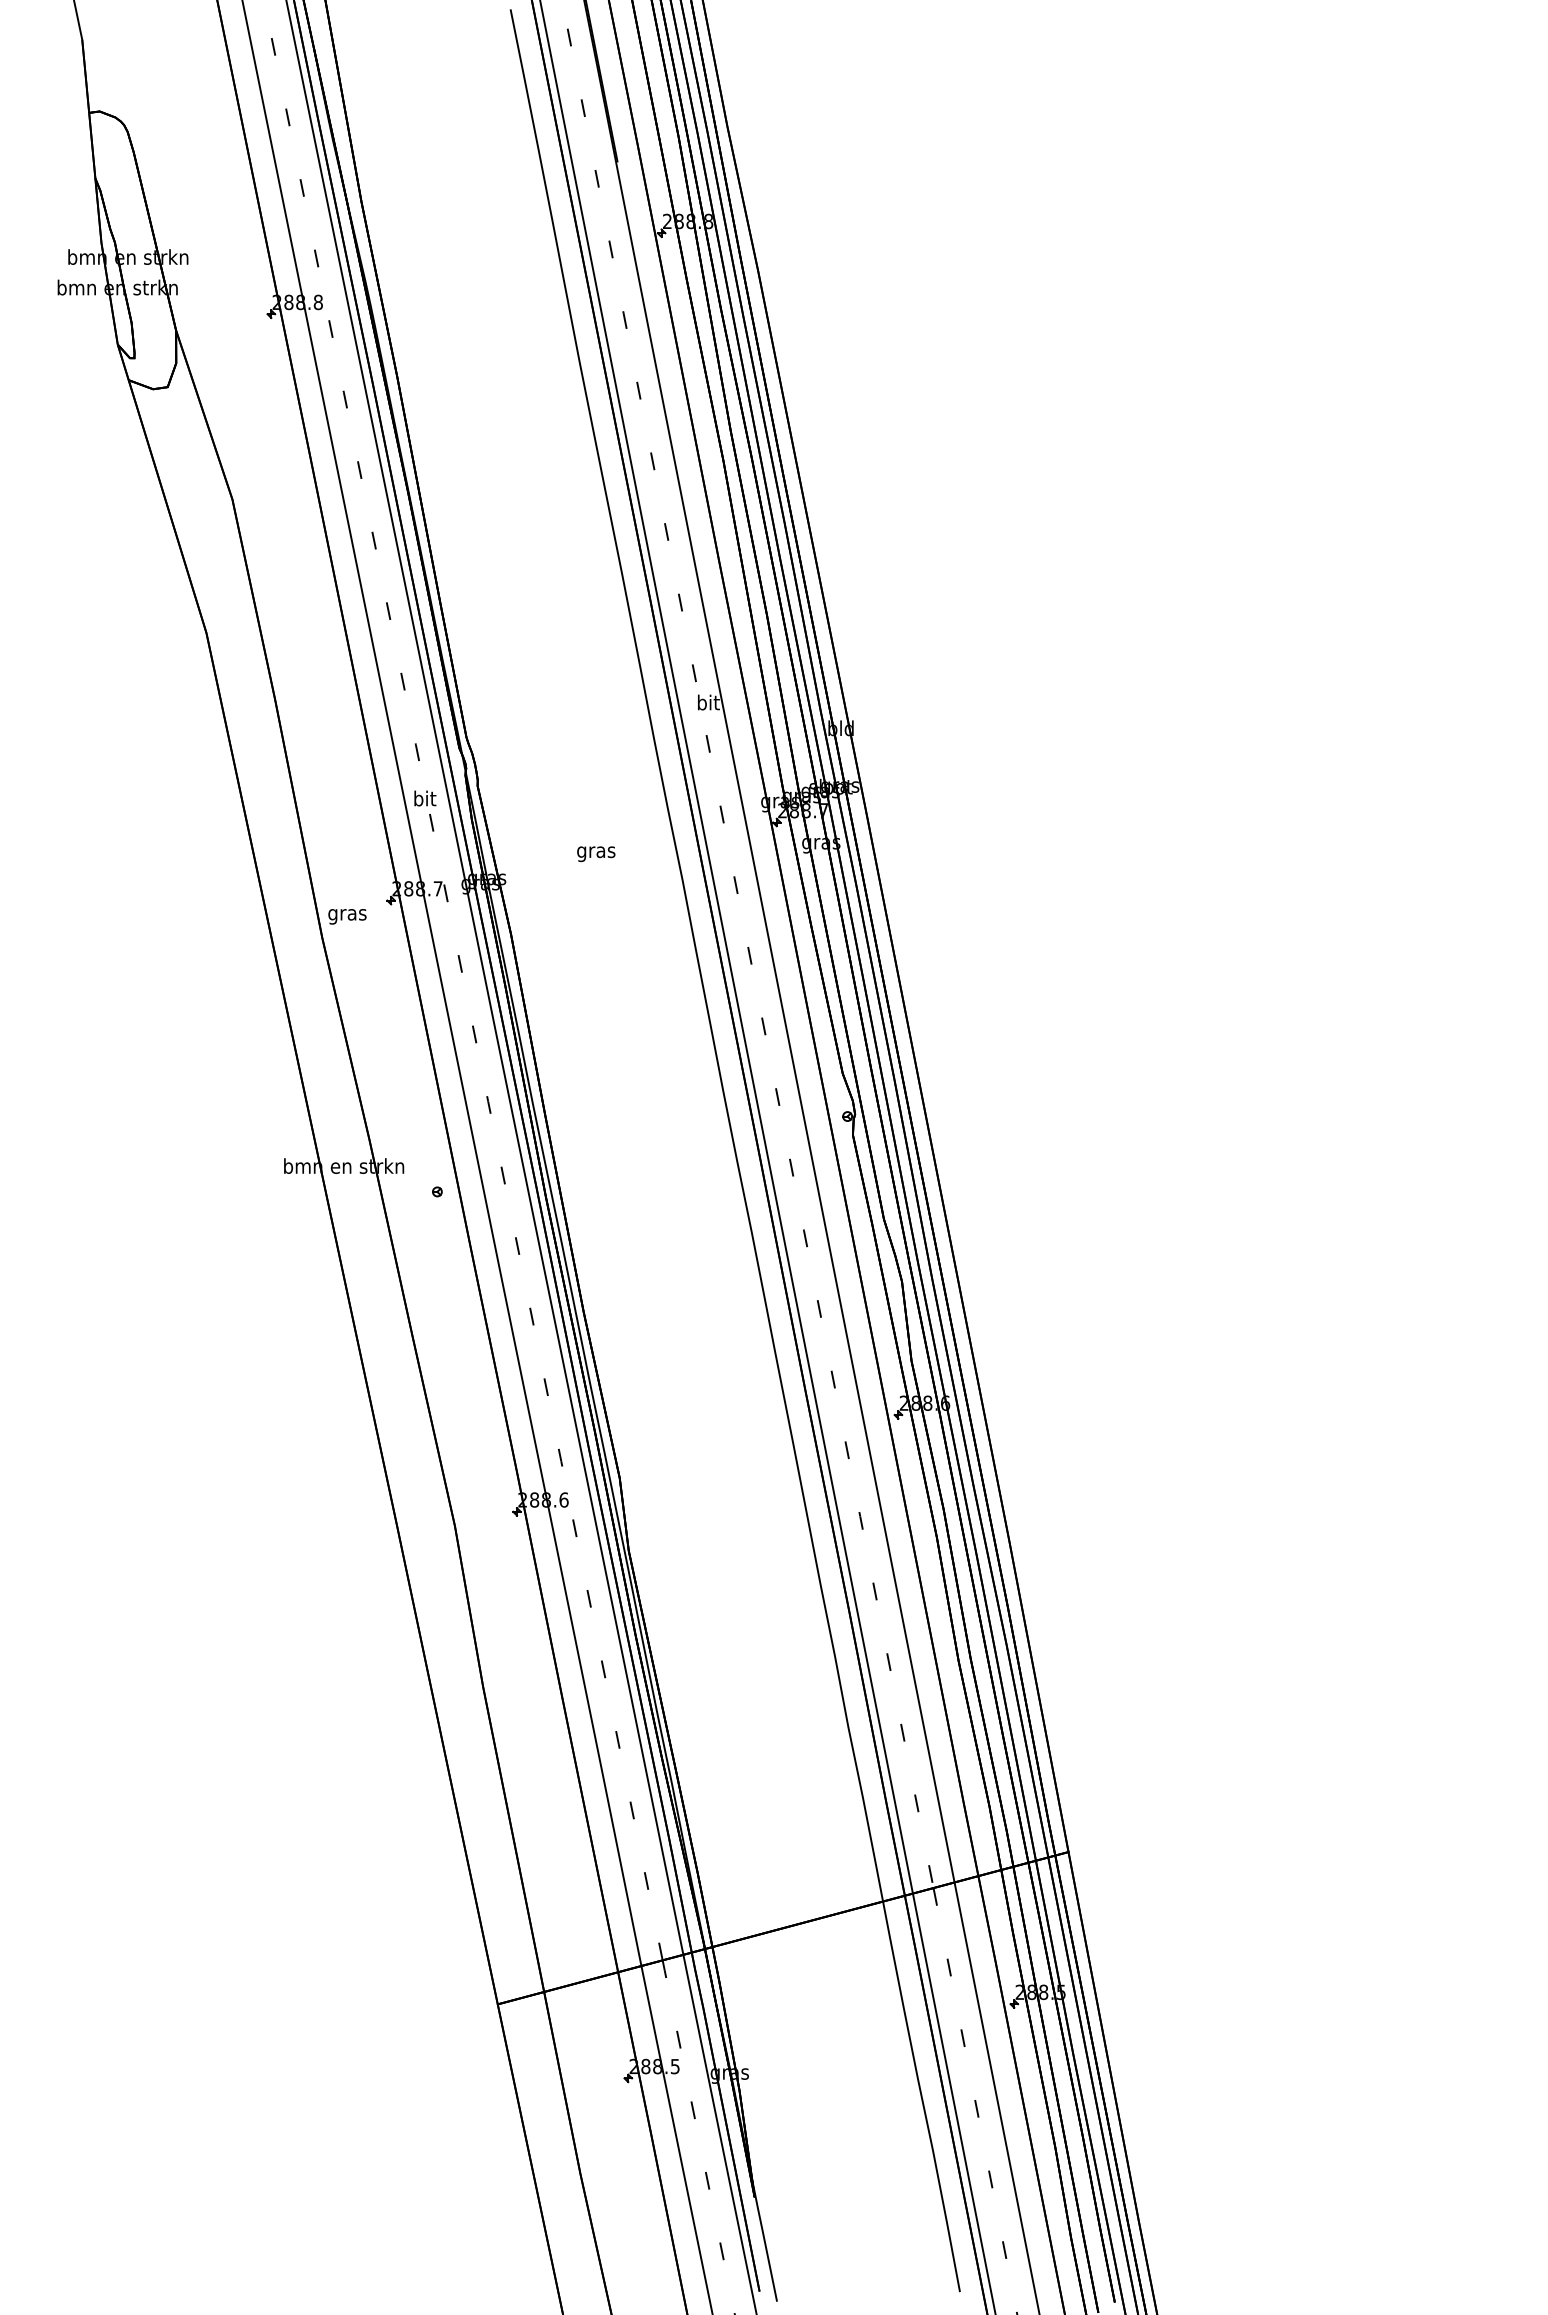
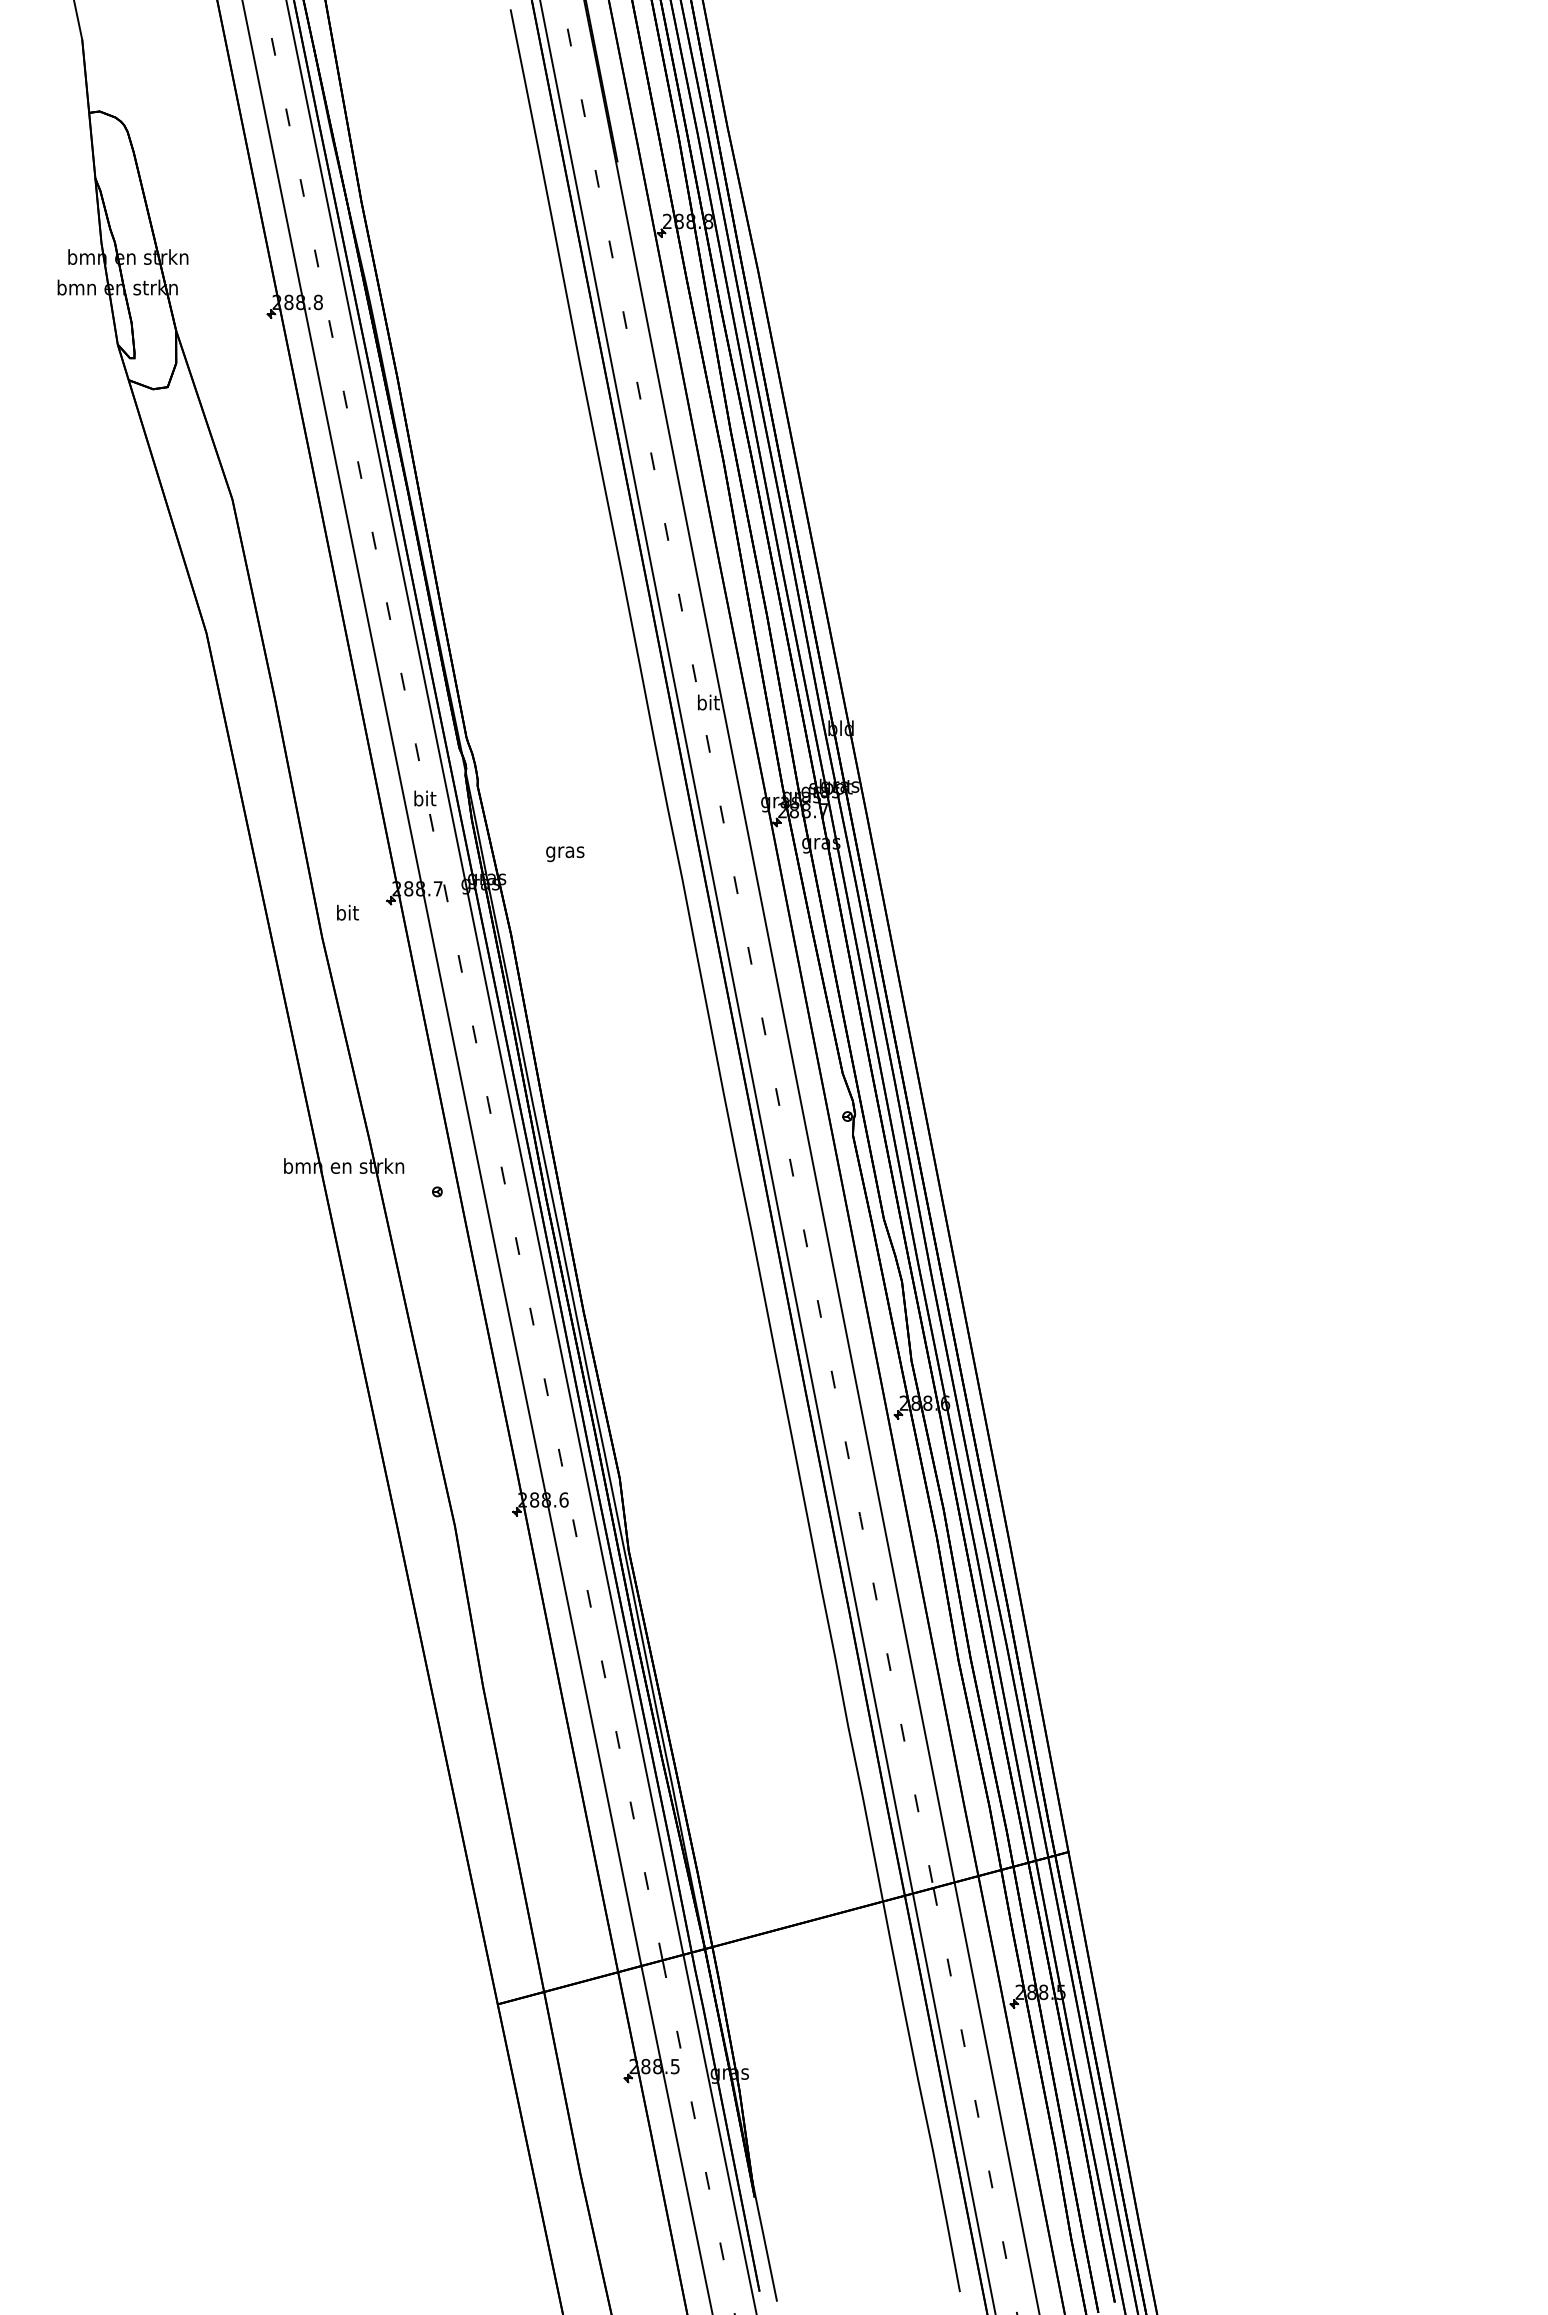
text at (596, 854) position: (596, 854) -> (565, 854)
text at (347, 914): gras -> bit
